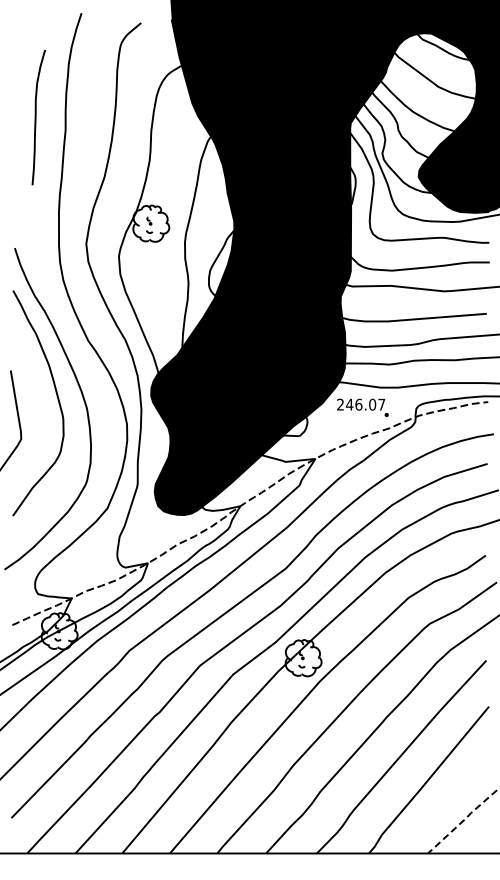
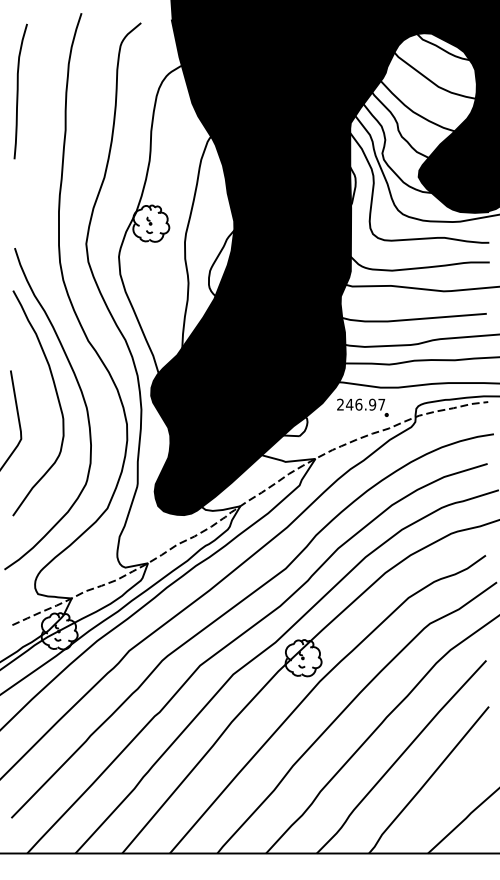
curve at (36, 117) position: (36, 117) -> (18, 91)
text at (372, 404): 246.07 -> 246.97
line at (464, 819): dashed -> solid
